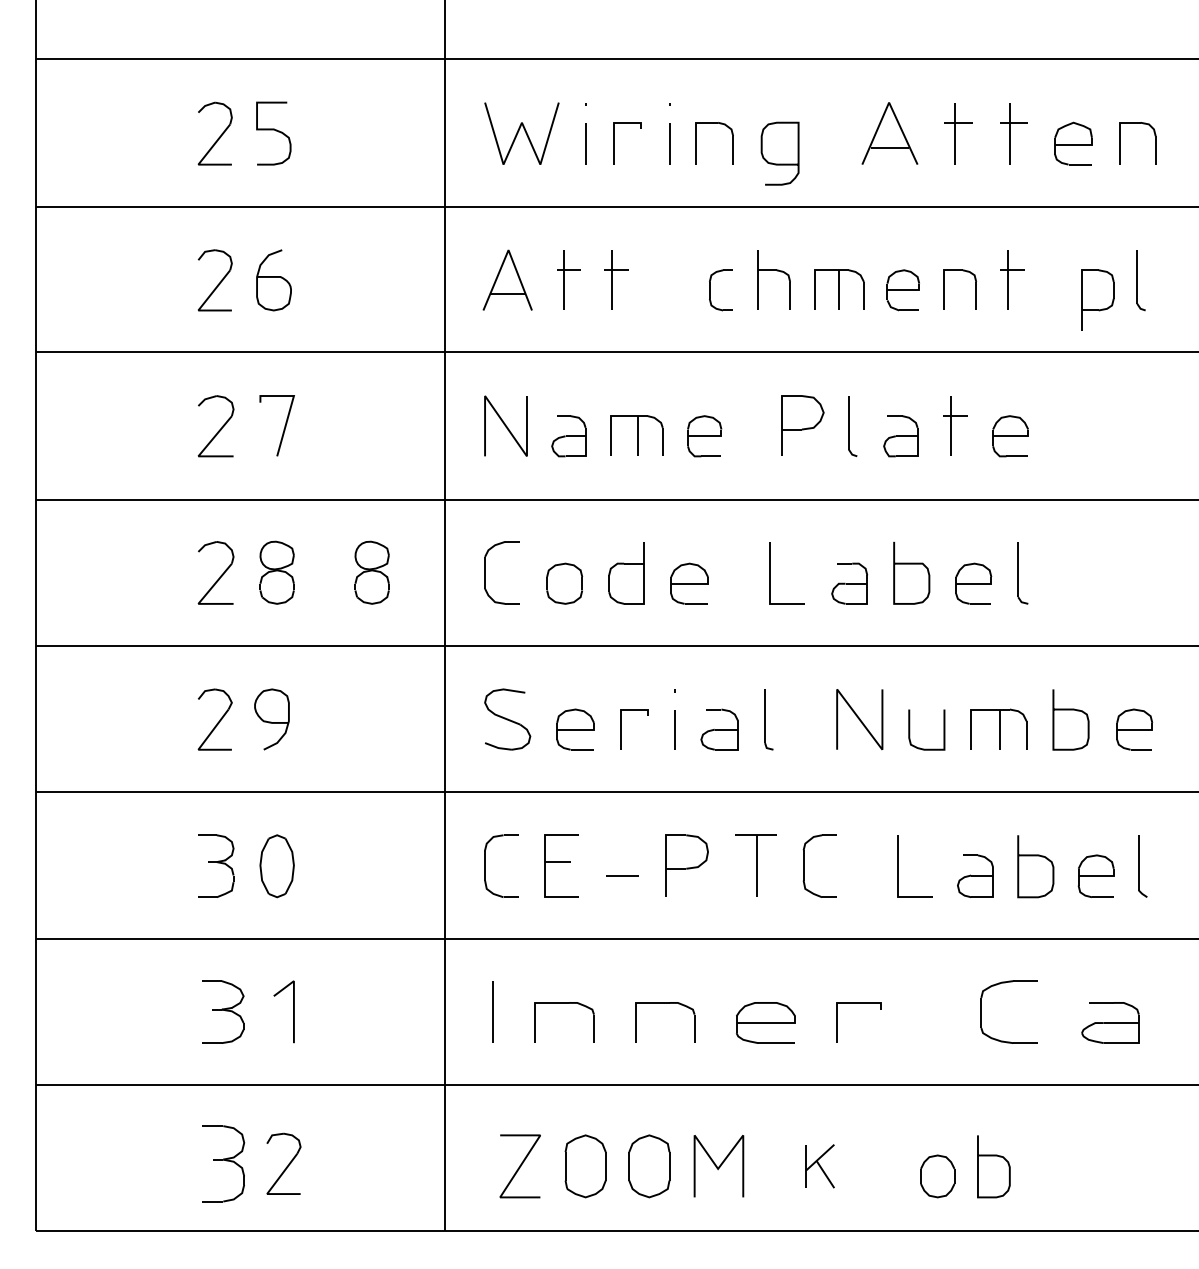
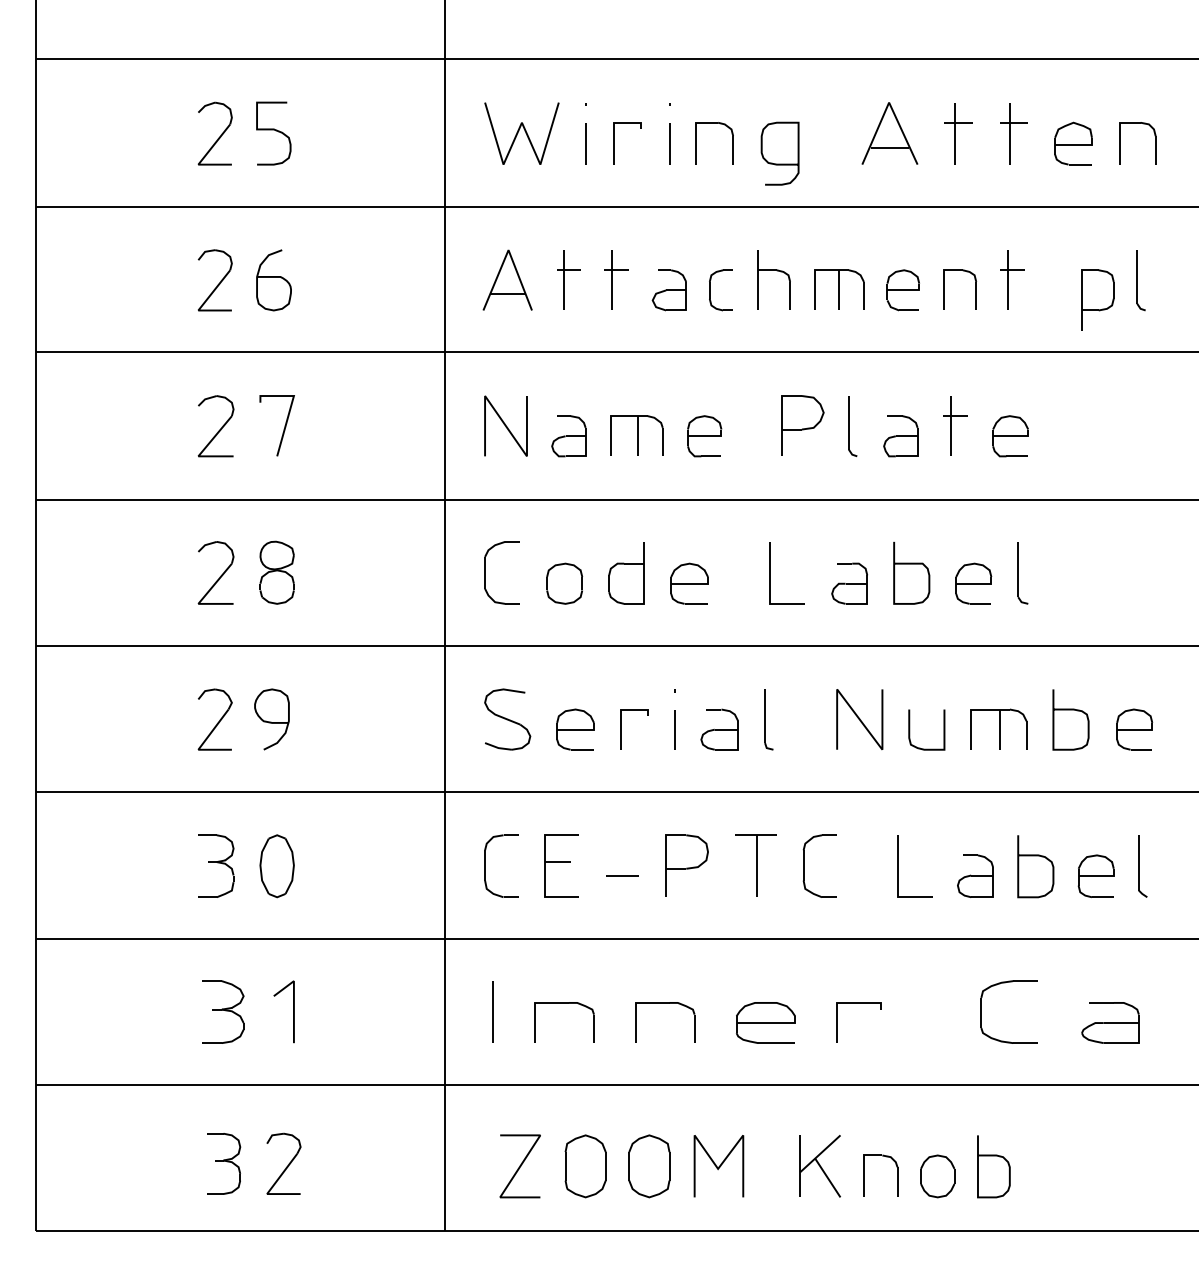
part at (668, 290): none -> present
part at (371, 572): present -> none
part at (223, 1163) size: 44x78 px -> 35x62 px
part at (819, 1166) size: 30x45 px -> 42x63 px
part at (864, 1175): none -> present
